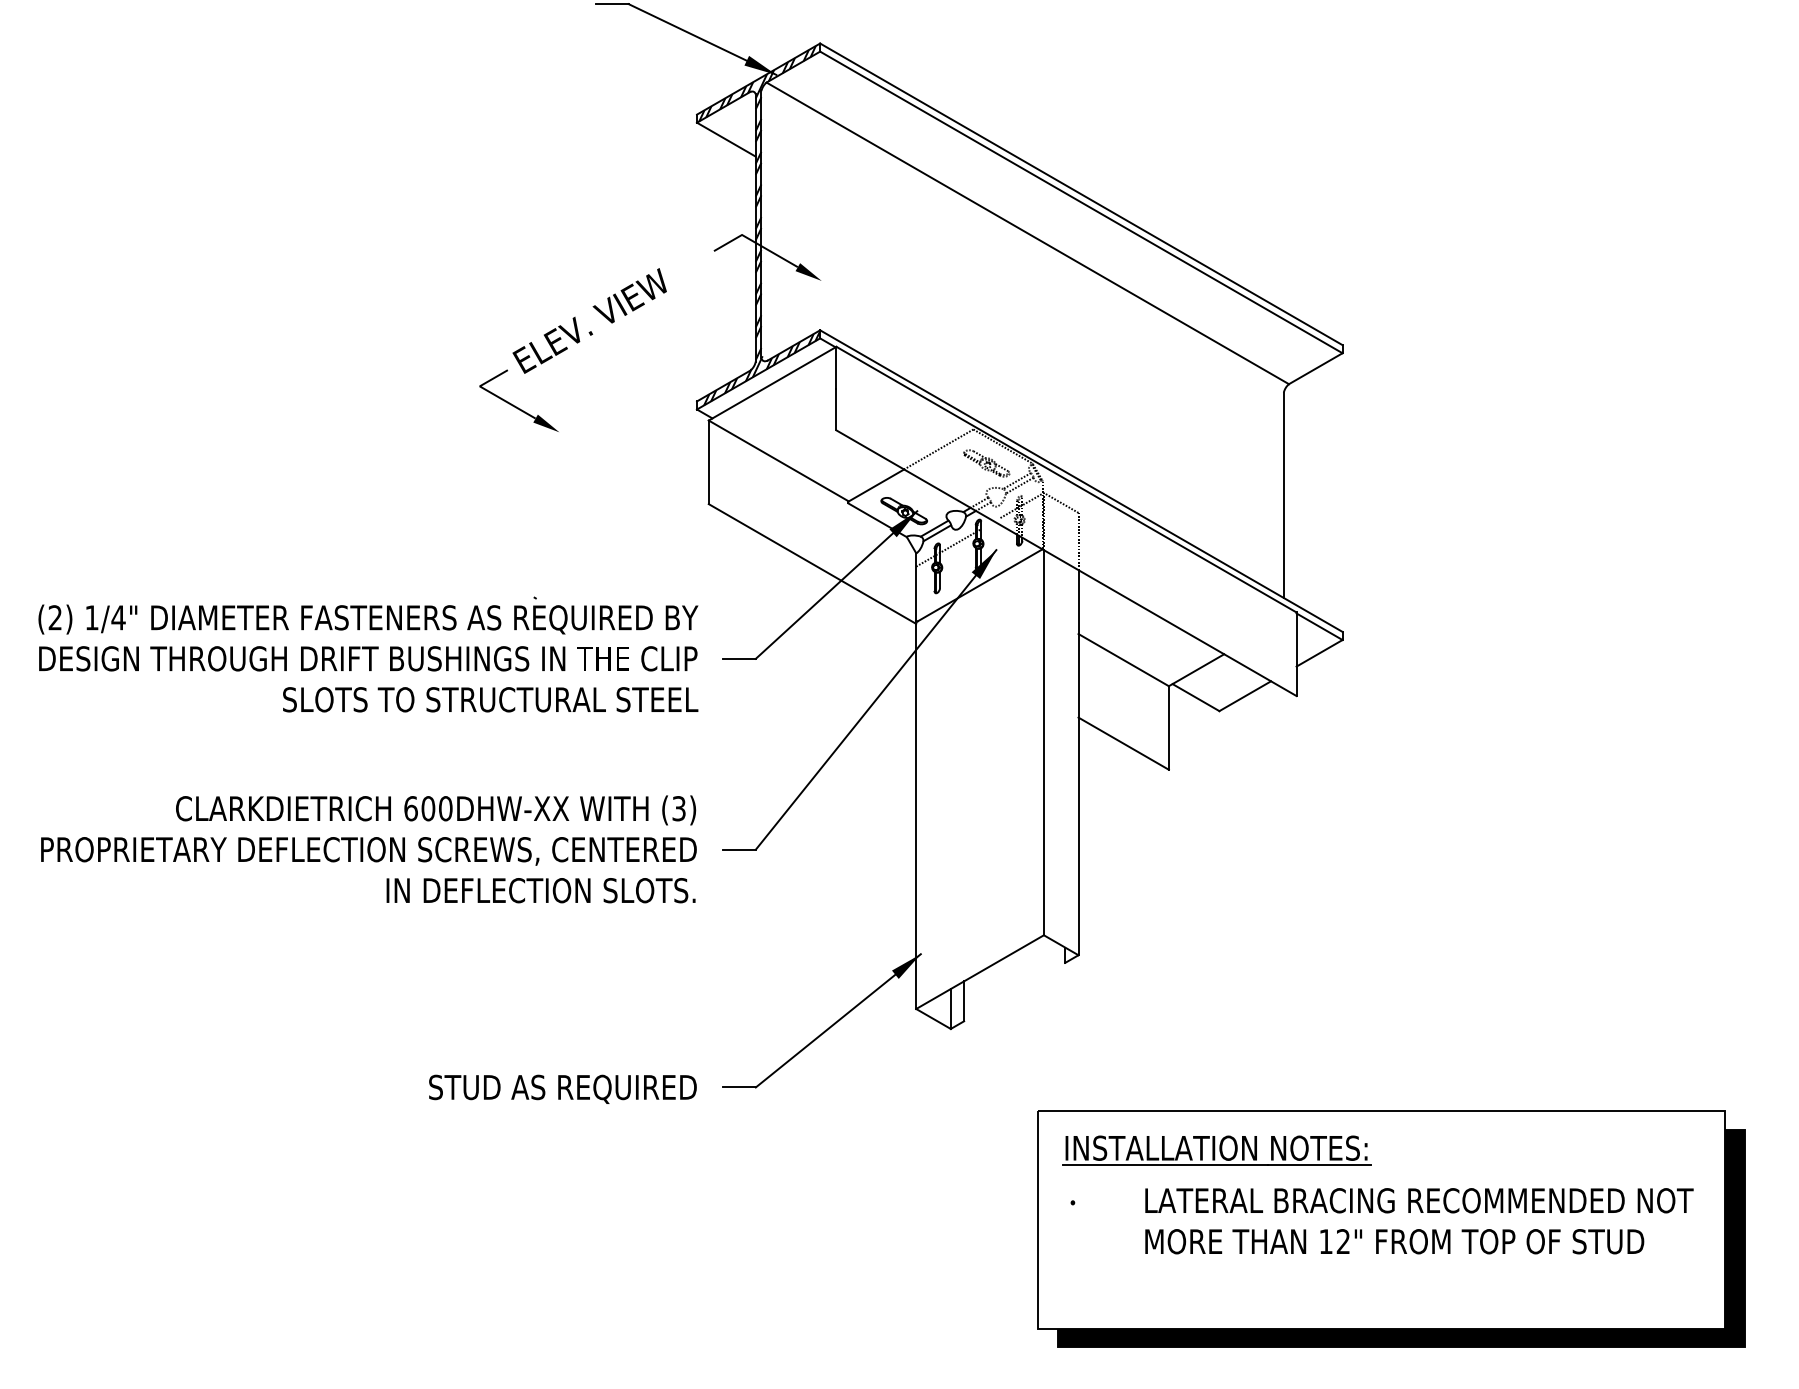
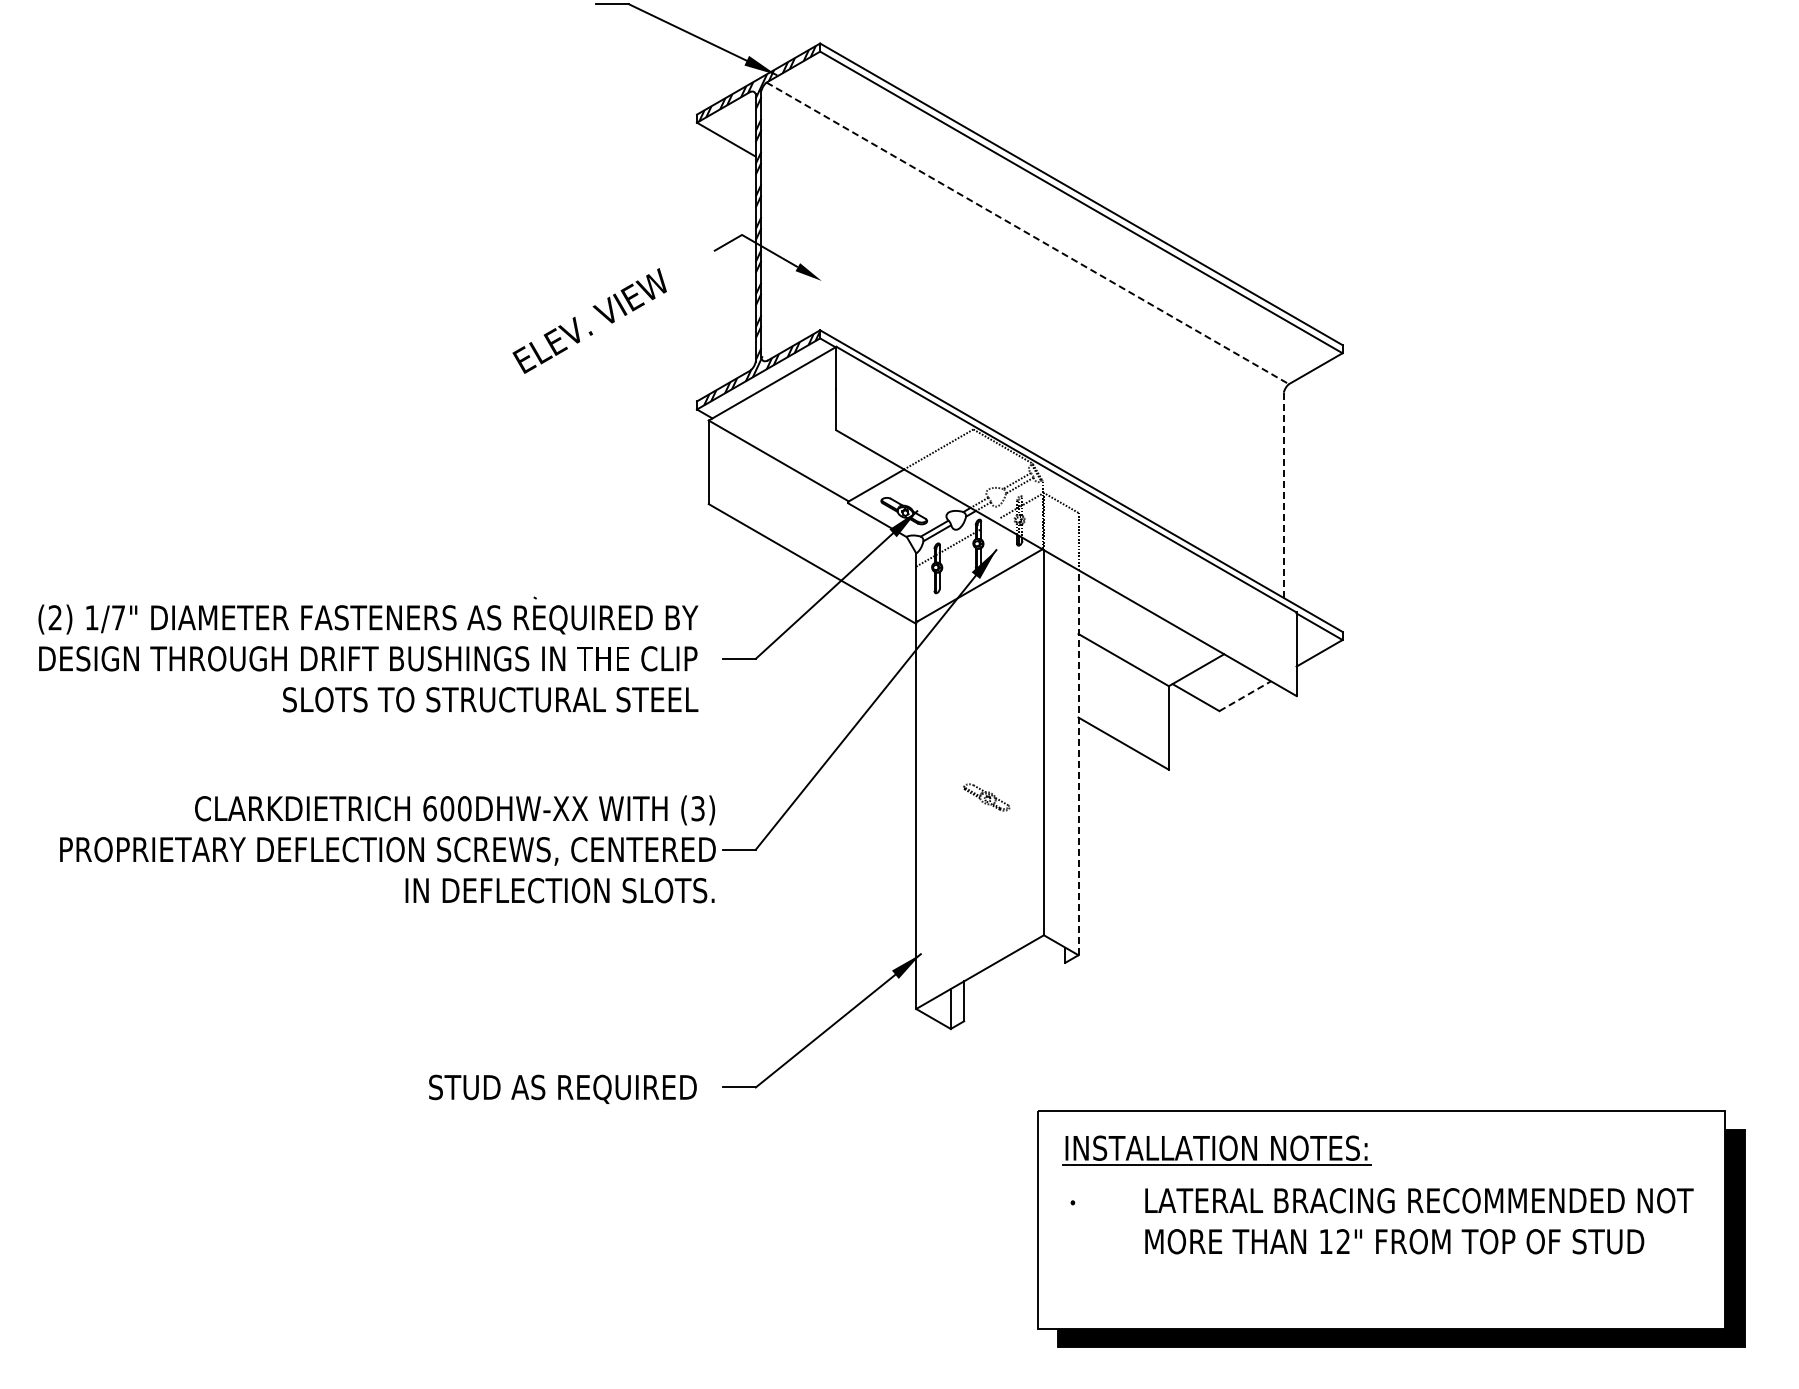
line at (1027, 233): solid -> dashed
part at (518, 400): present -> none
part at (986, 463) position: (986, 463) -> (986, 797)
line at (1283, 495): solid -> dashed
text at (118, 617): 1/4" -> 1/7"
line at (1245, 696): solid -> dashed
line at (1078, 762): solid -> dashed
text at (368, 849) position: (368, 849) -> (387, 849)
